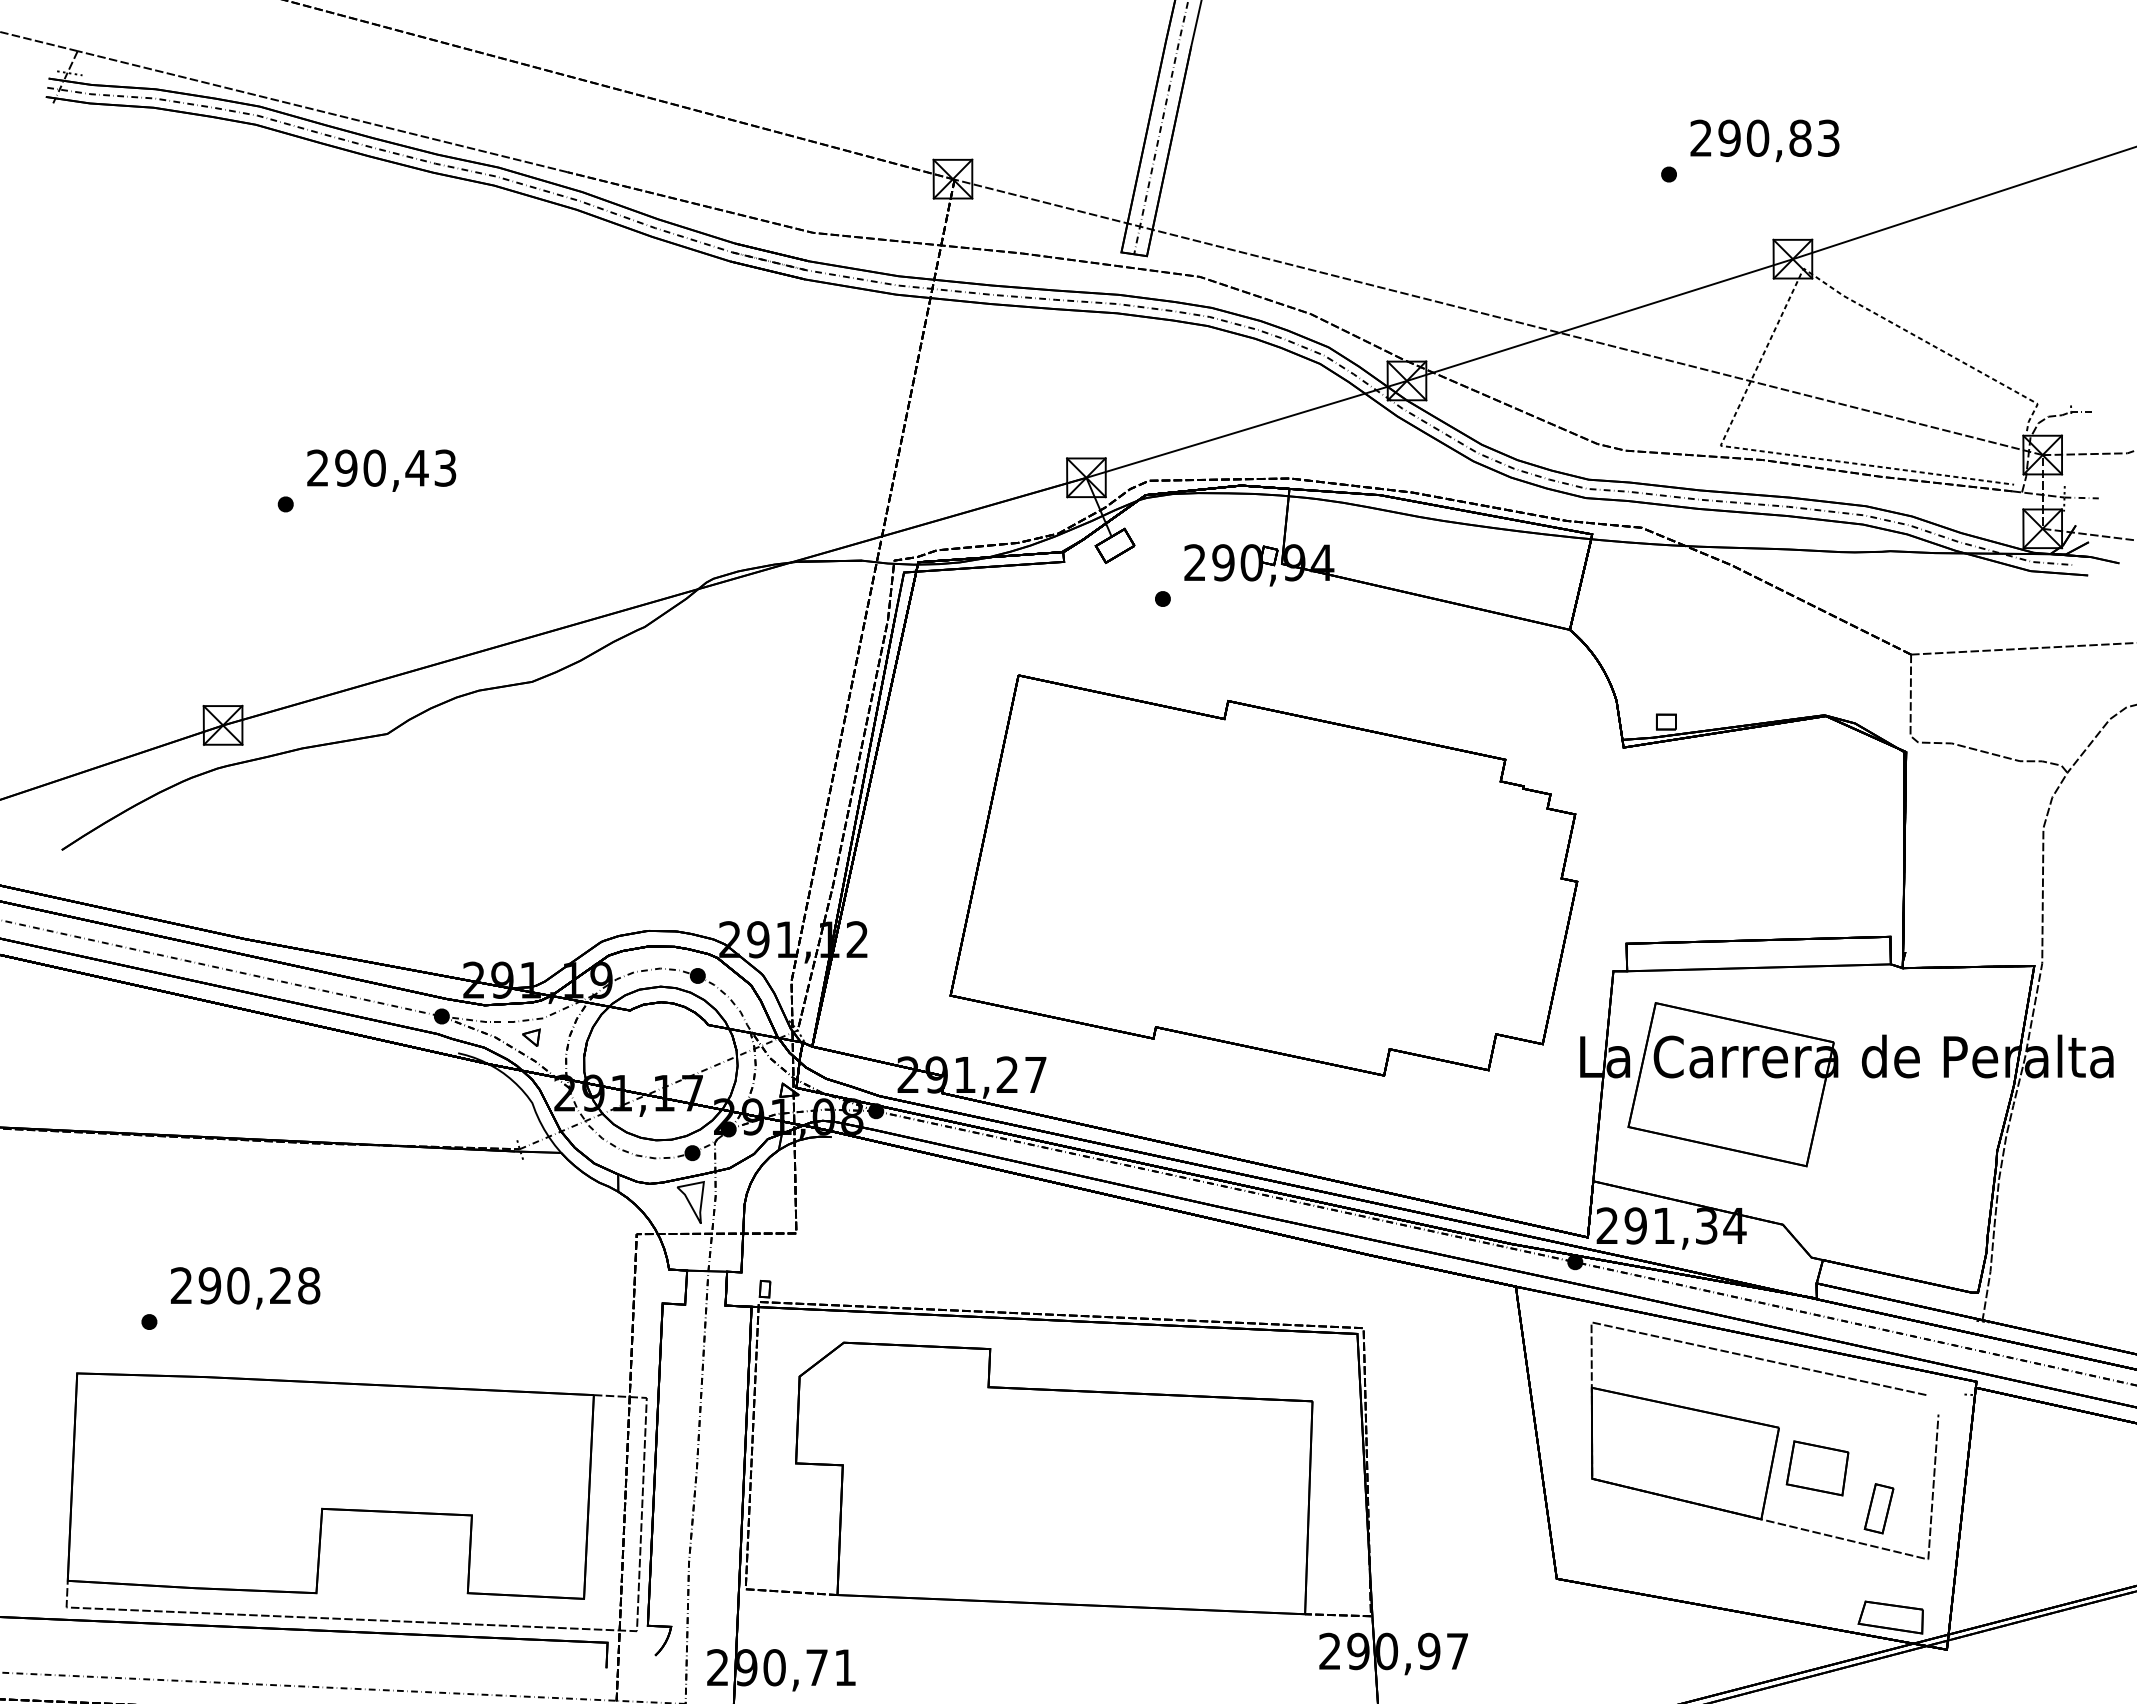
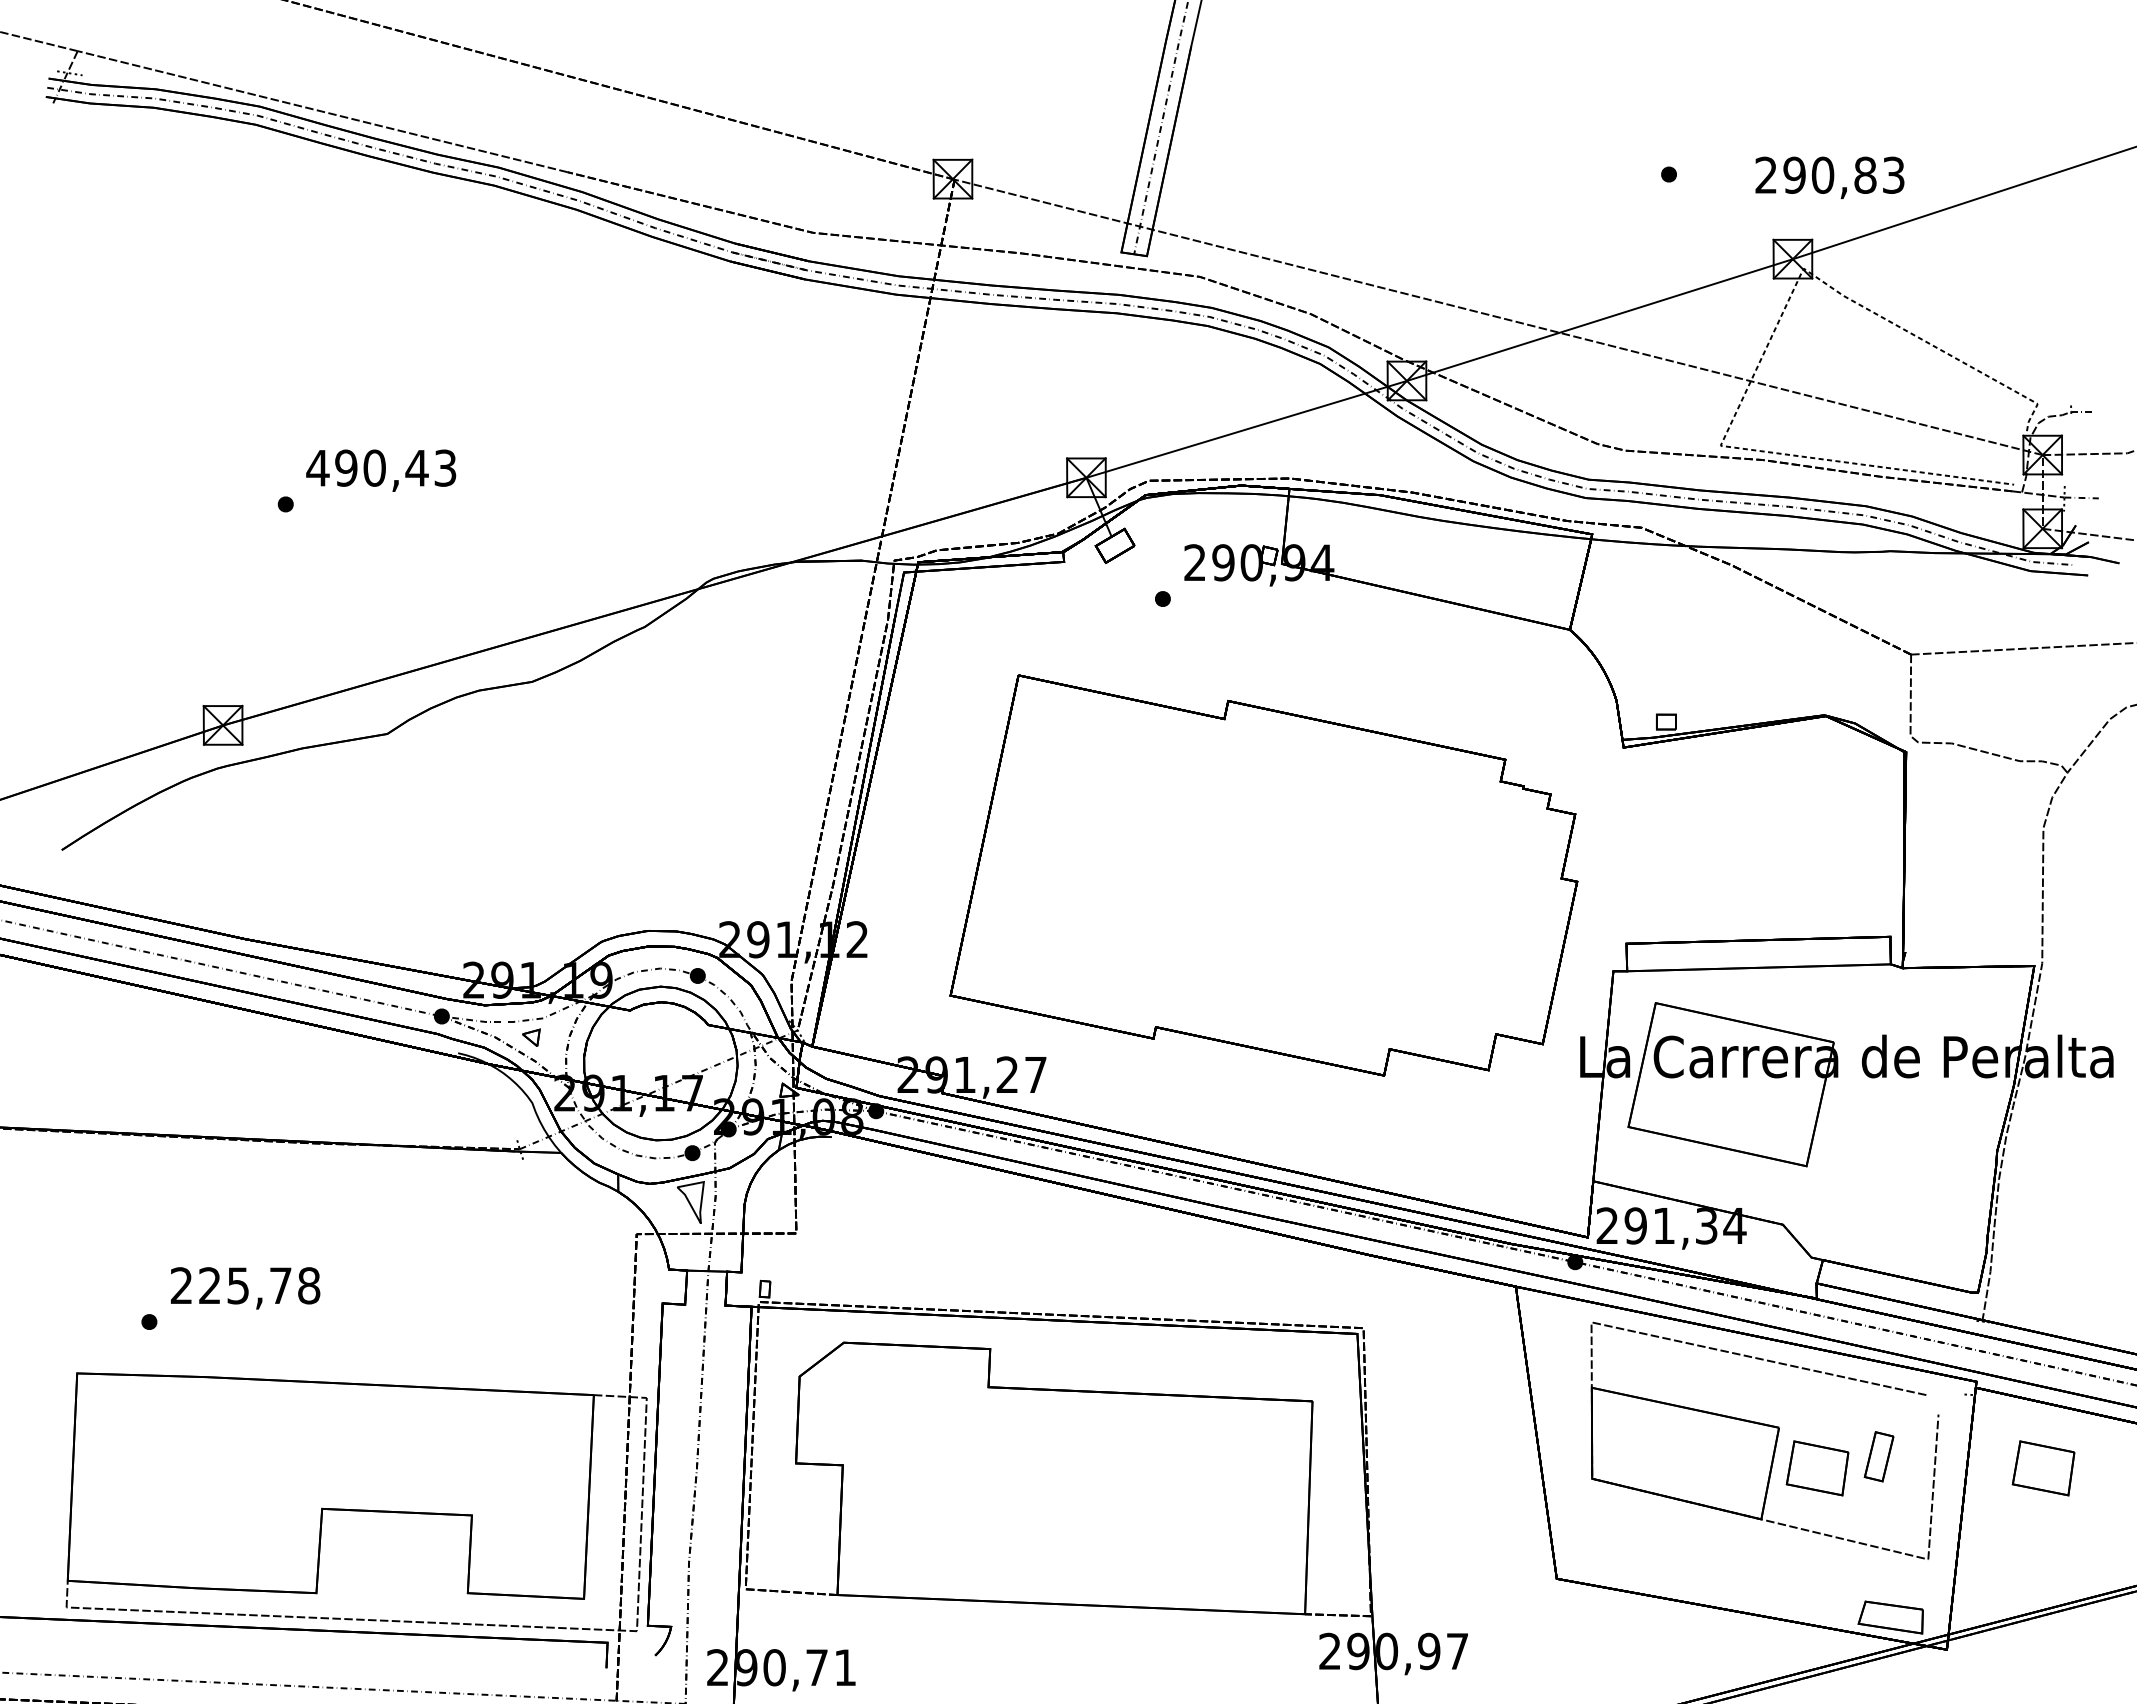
text at (1764, 140) position: (1764, 140) -> (1829, 177)
text at (317, 467): 290,43 -> 490,43
text at (244, 1285): 290,28 -> 225,78
part at (2043, 1468): none -> present
part at (1878, 1508) position: (1878, 1508) -> (1878, 1456)
